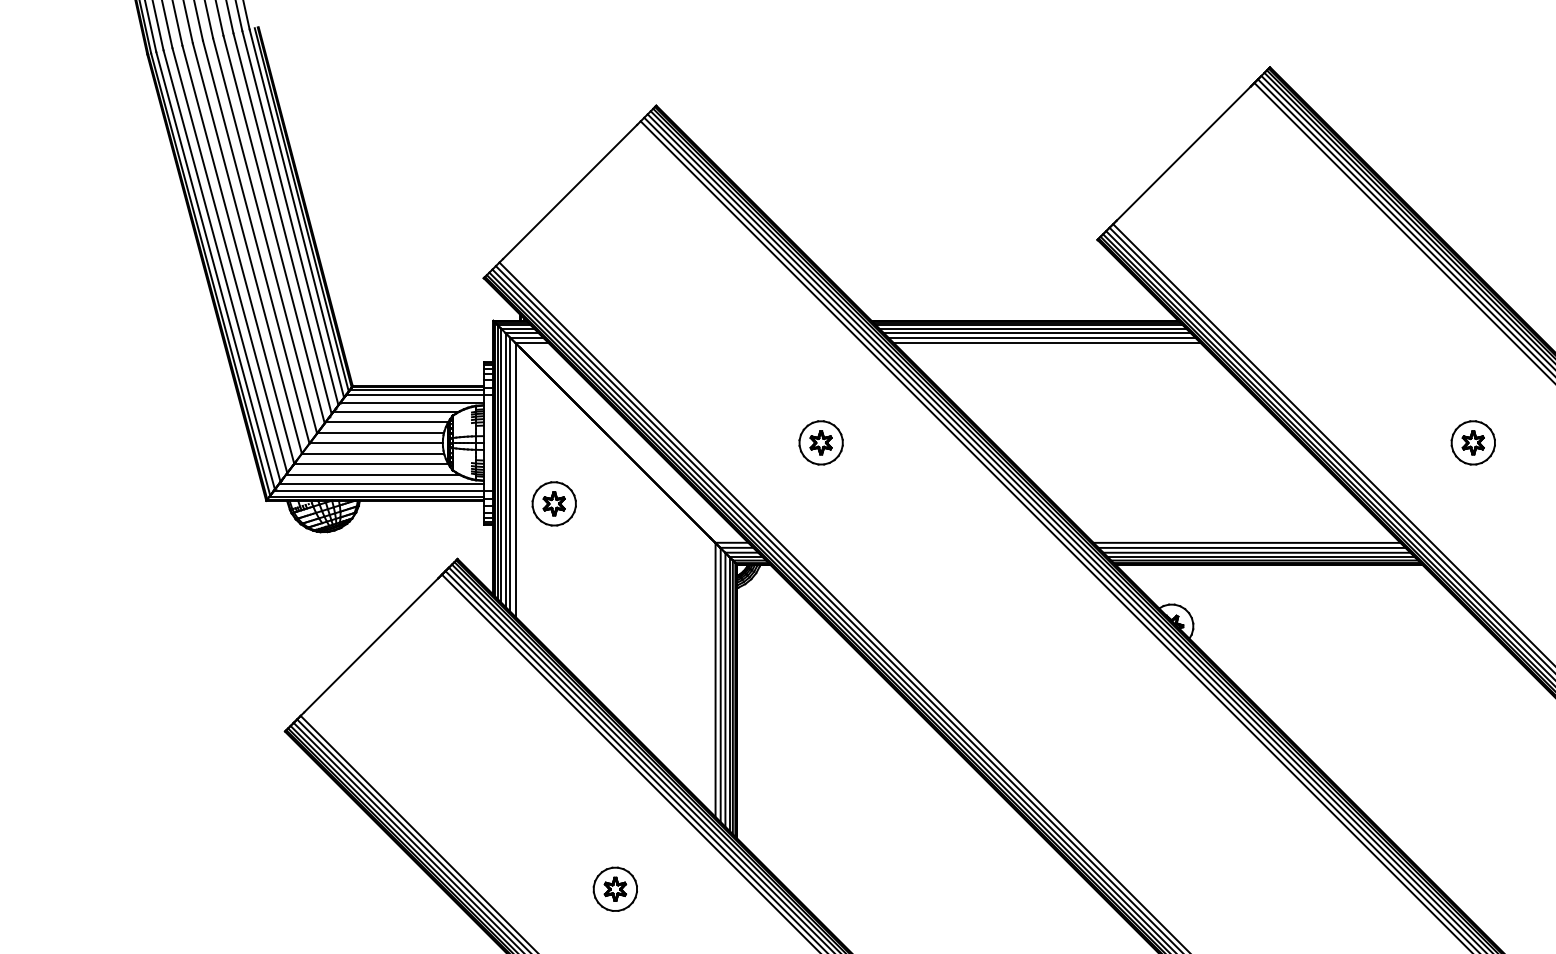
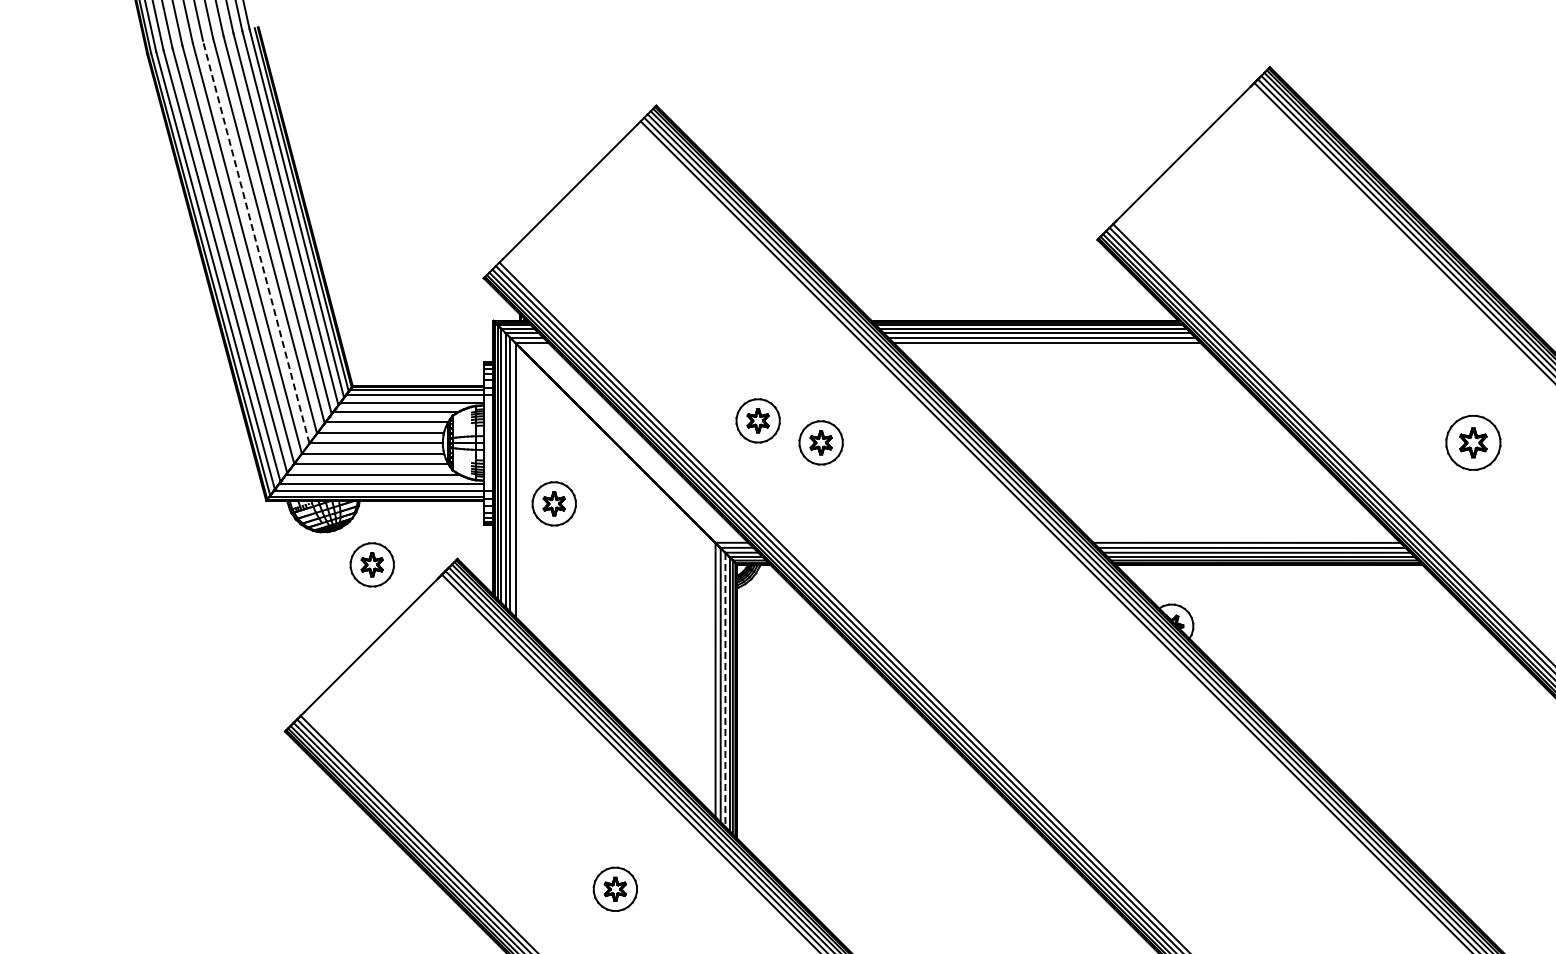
line at (256, 241): solid -> dashed
part at (757, 420): none -> present
part at (1472, 442) size: 46x46 px -> 57x57 px
part at (371, 564): none -> present
line at (725, 689): solid -> dashed
